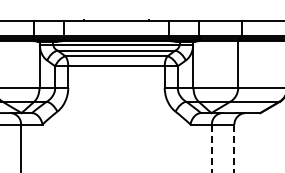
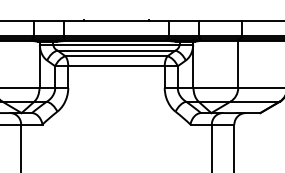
line at (211, 148): dashed -> solid
line at (234, 148): dashed -> solid
